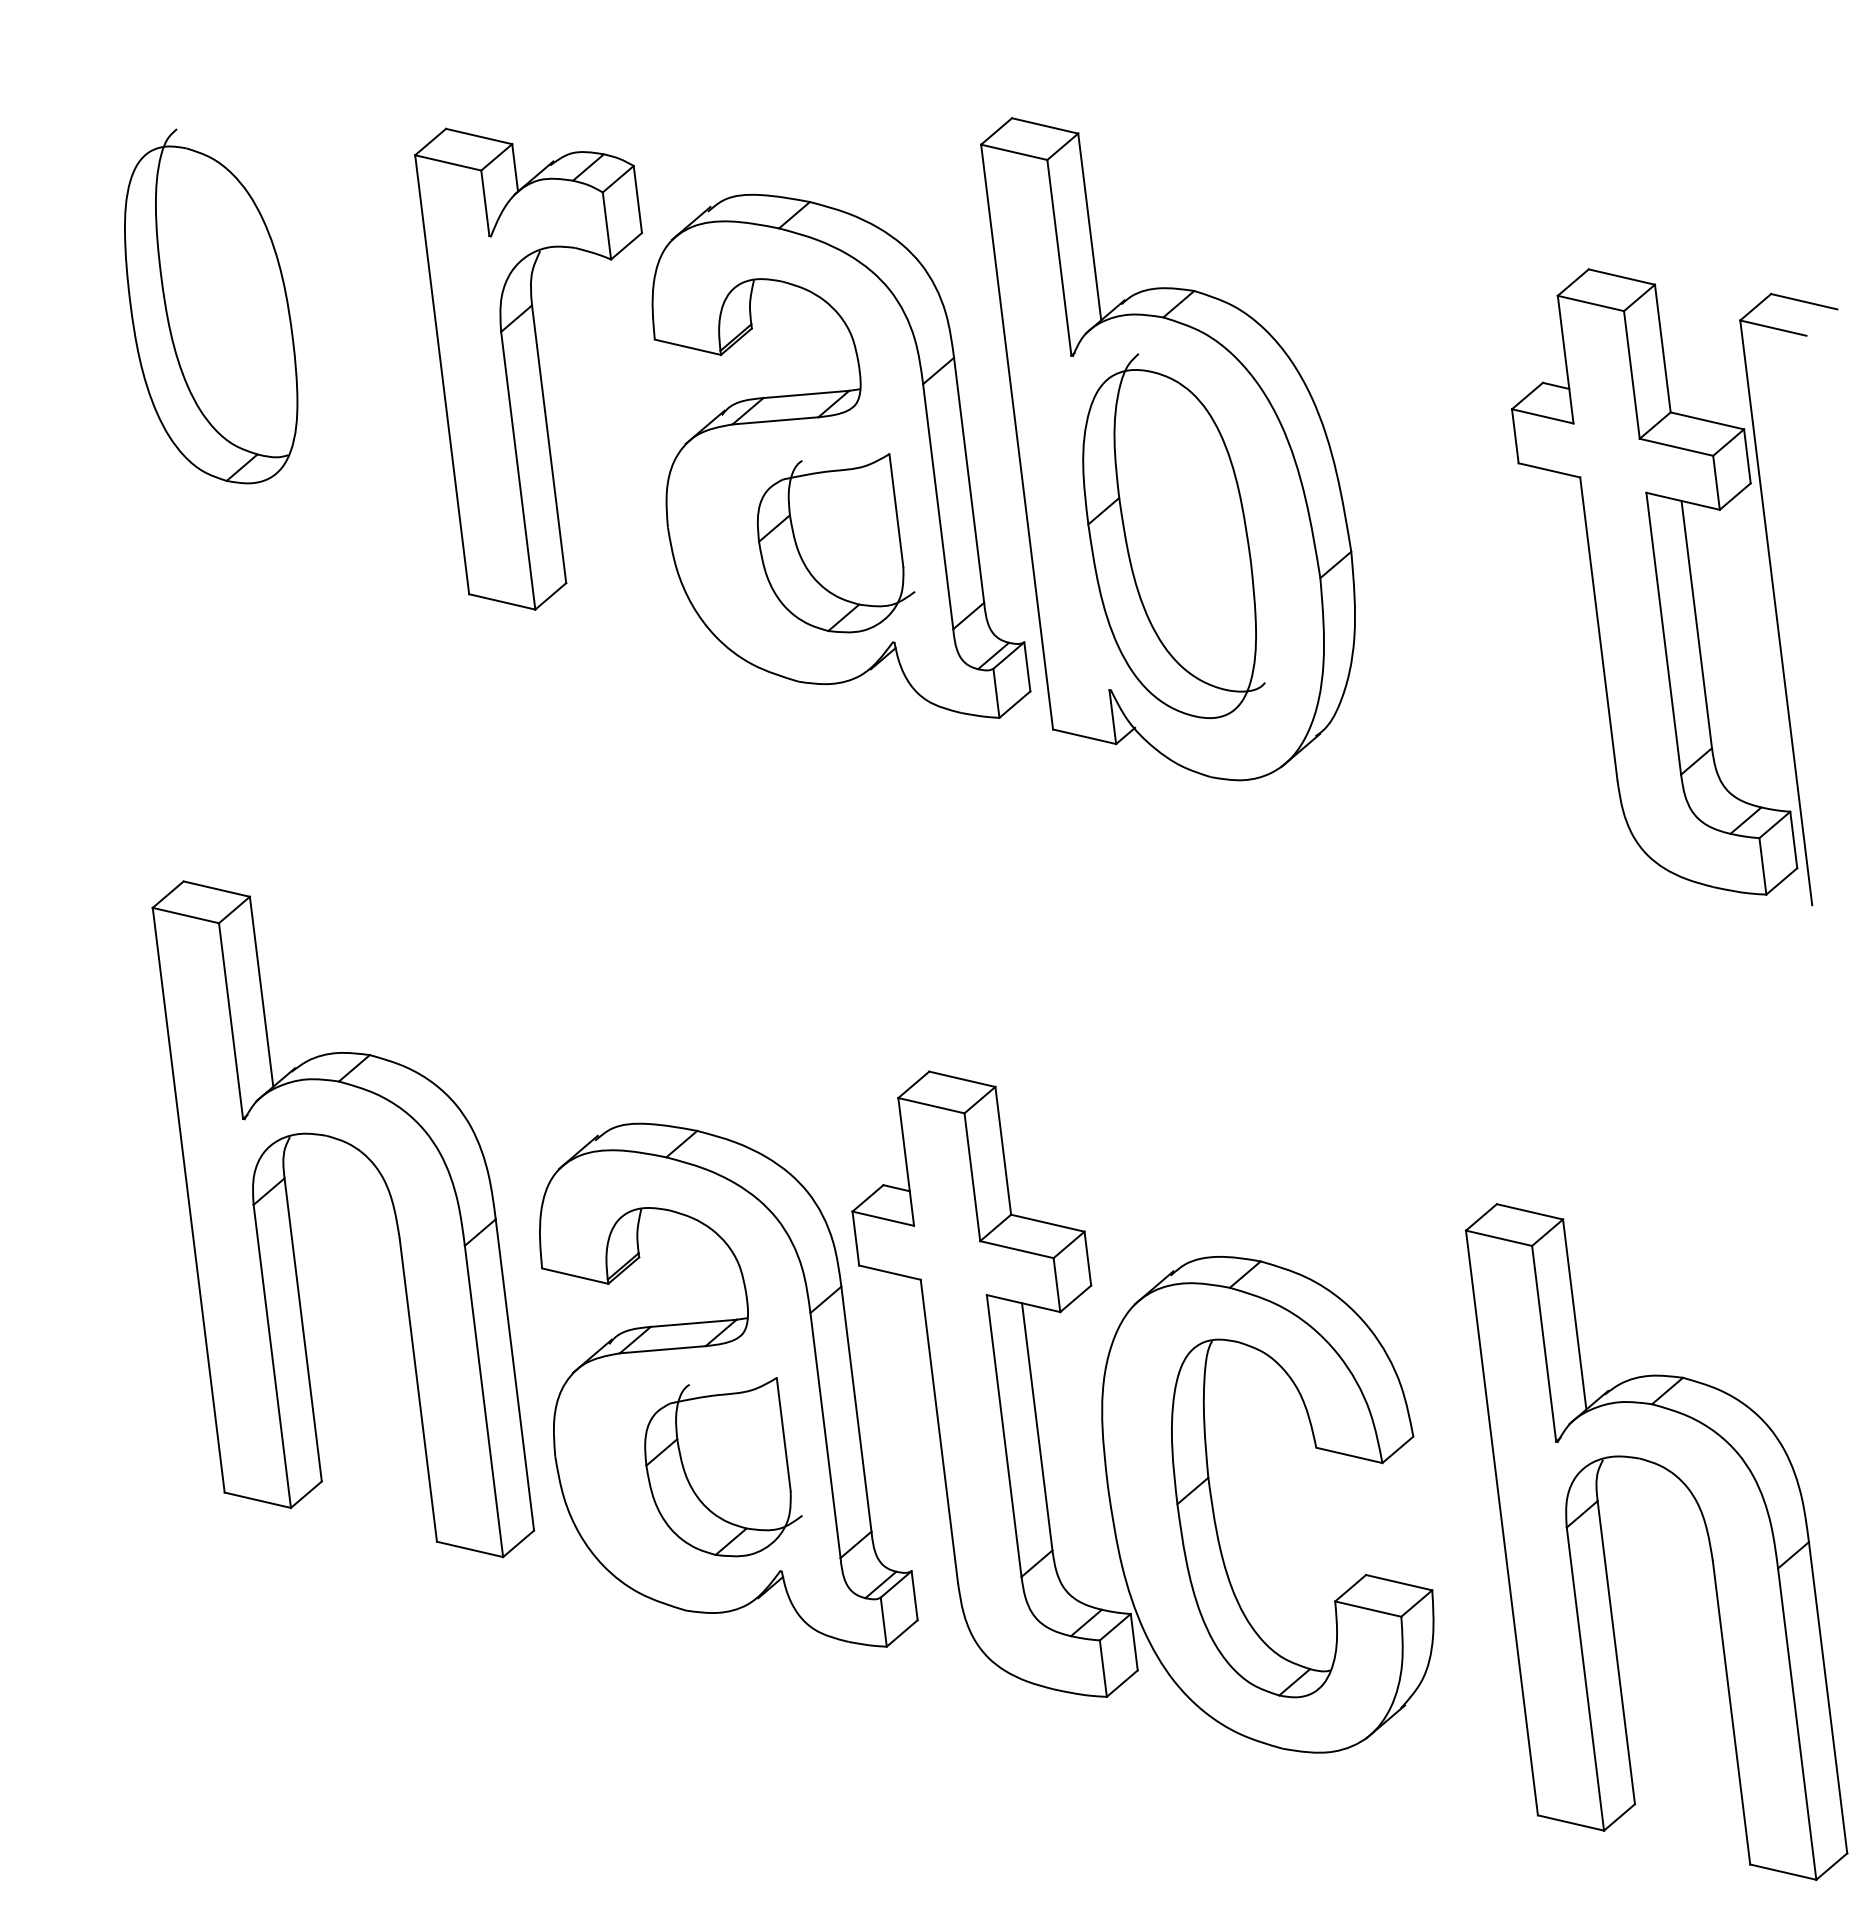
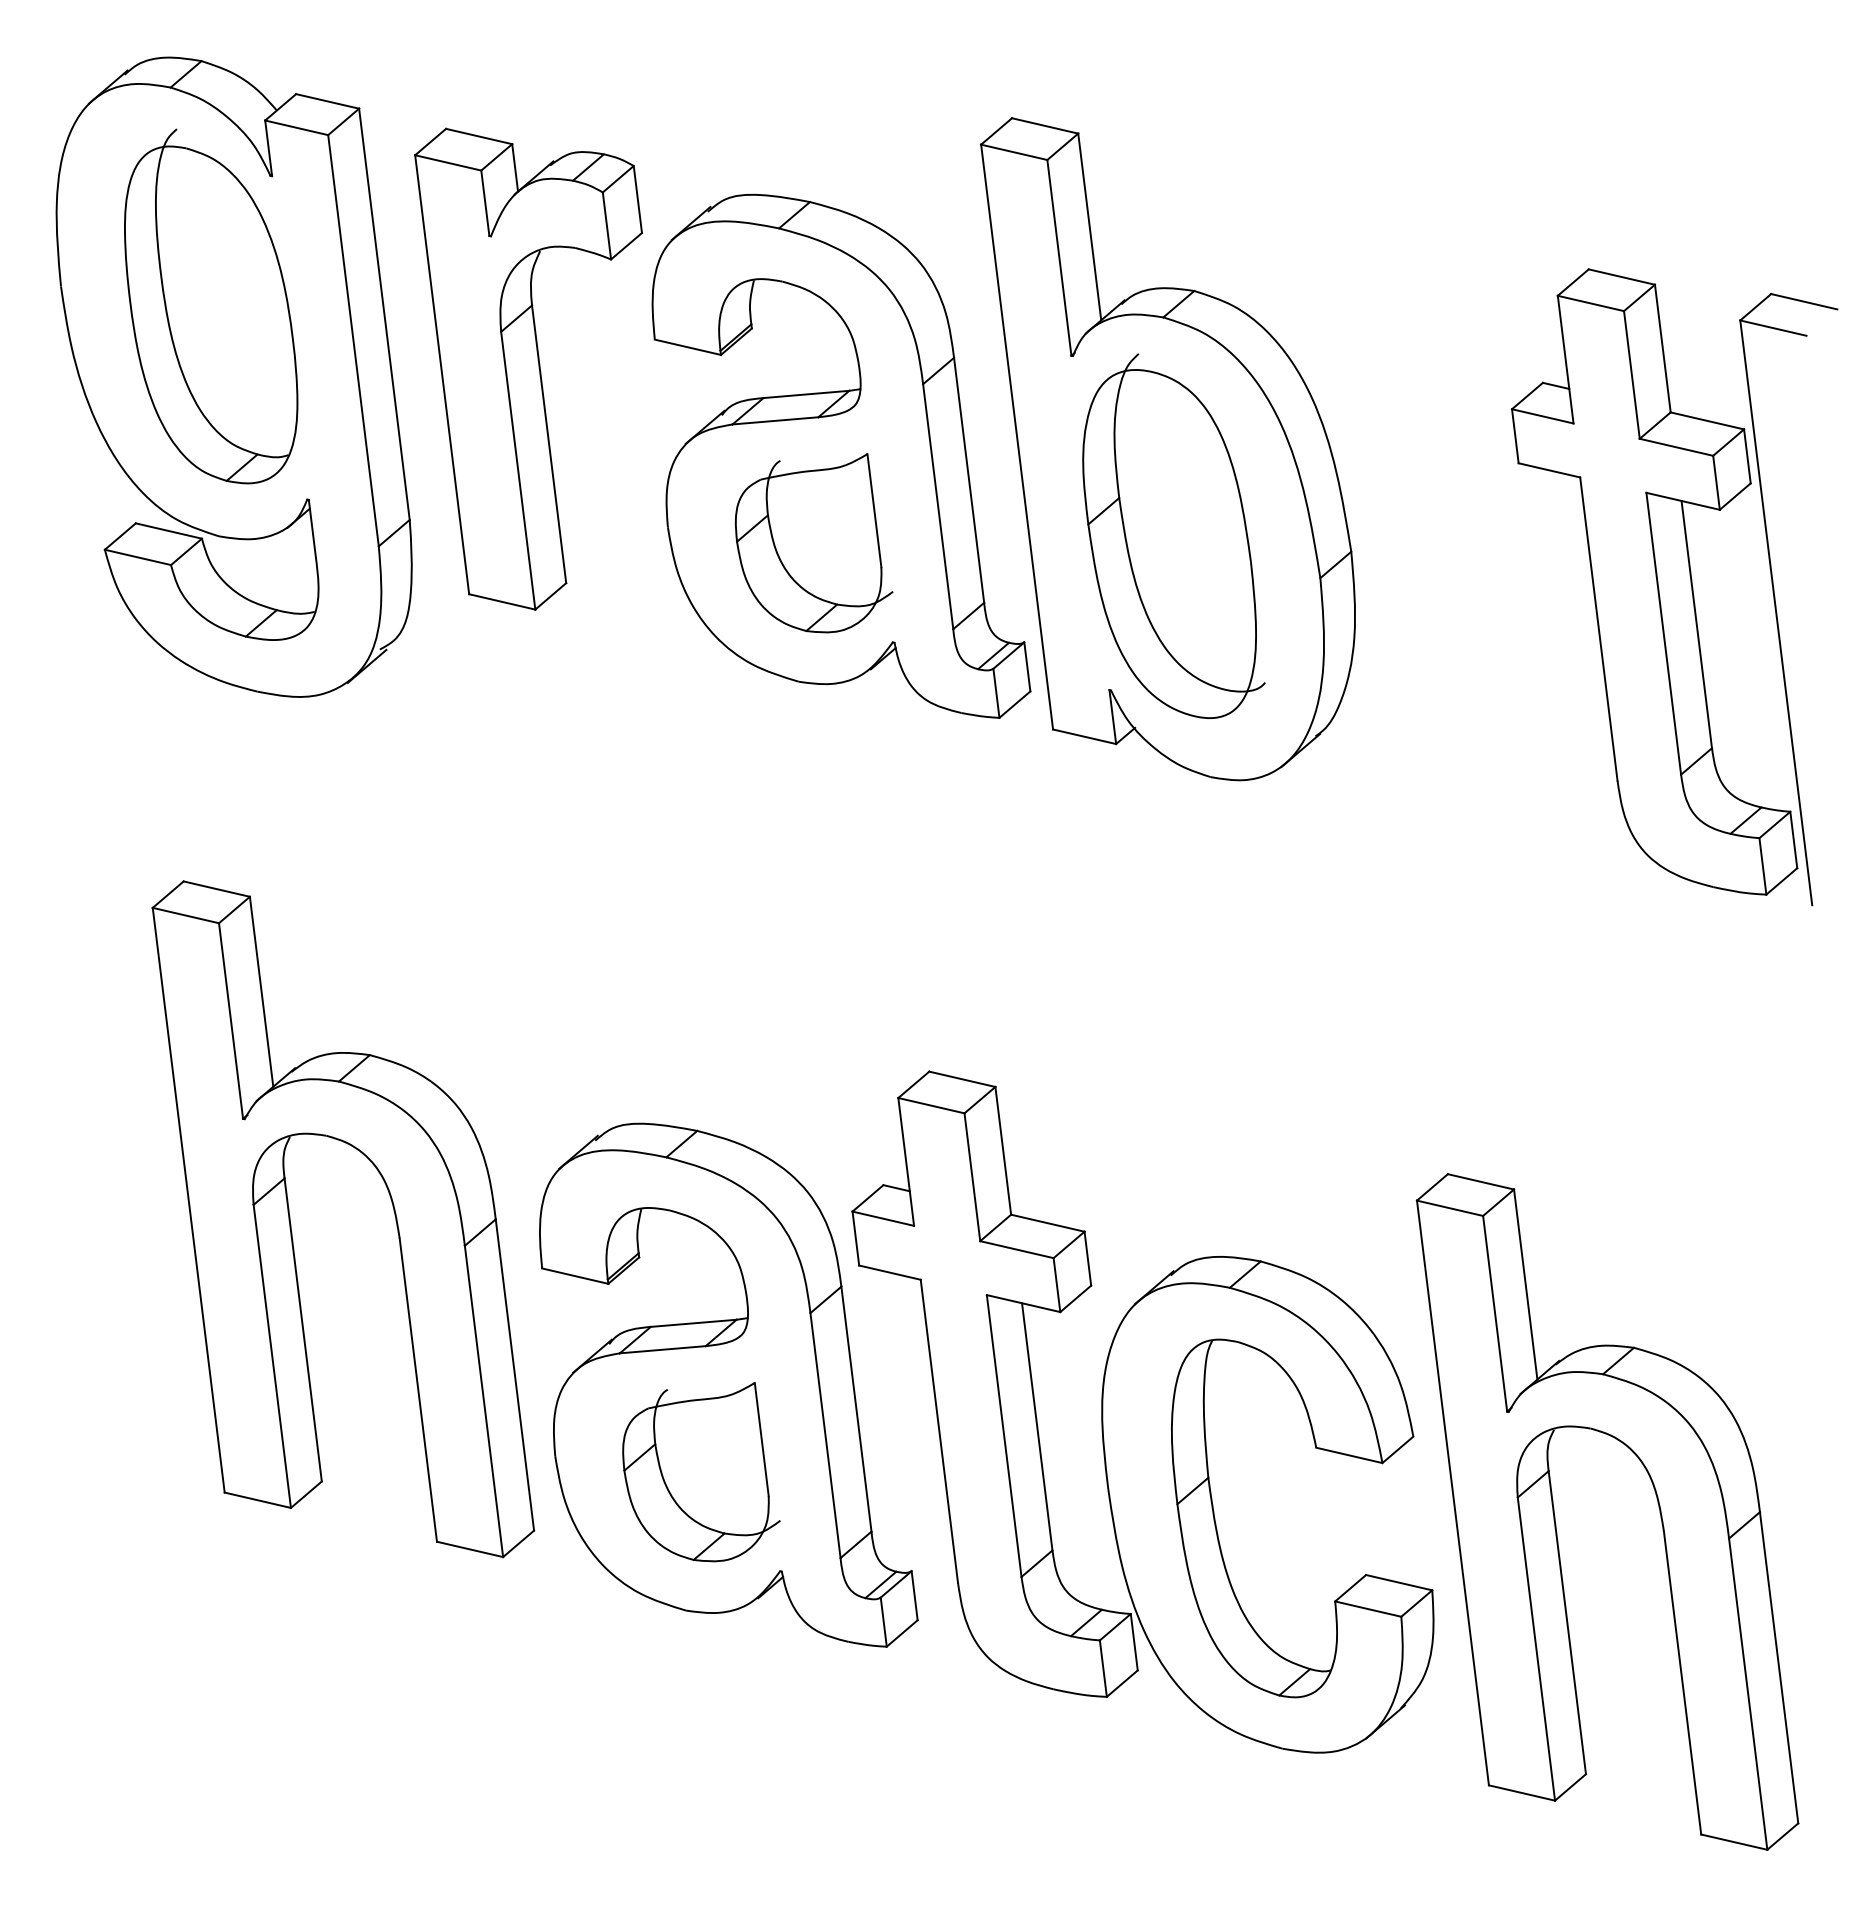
part at (233, 376): none -> present
part at (836, 543) position: (836, 543) -> (814, 543)
part at (723, 1467) position: (723, 1467) -> (701, 1472)
part at (1706, 1533) position: (1706, 1533) -> (1657, 1503)
